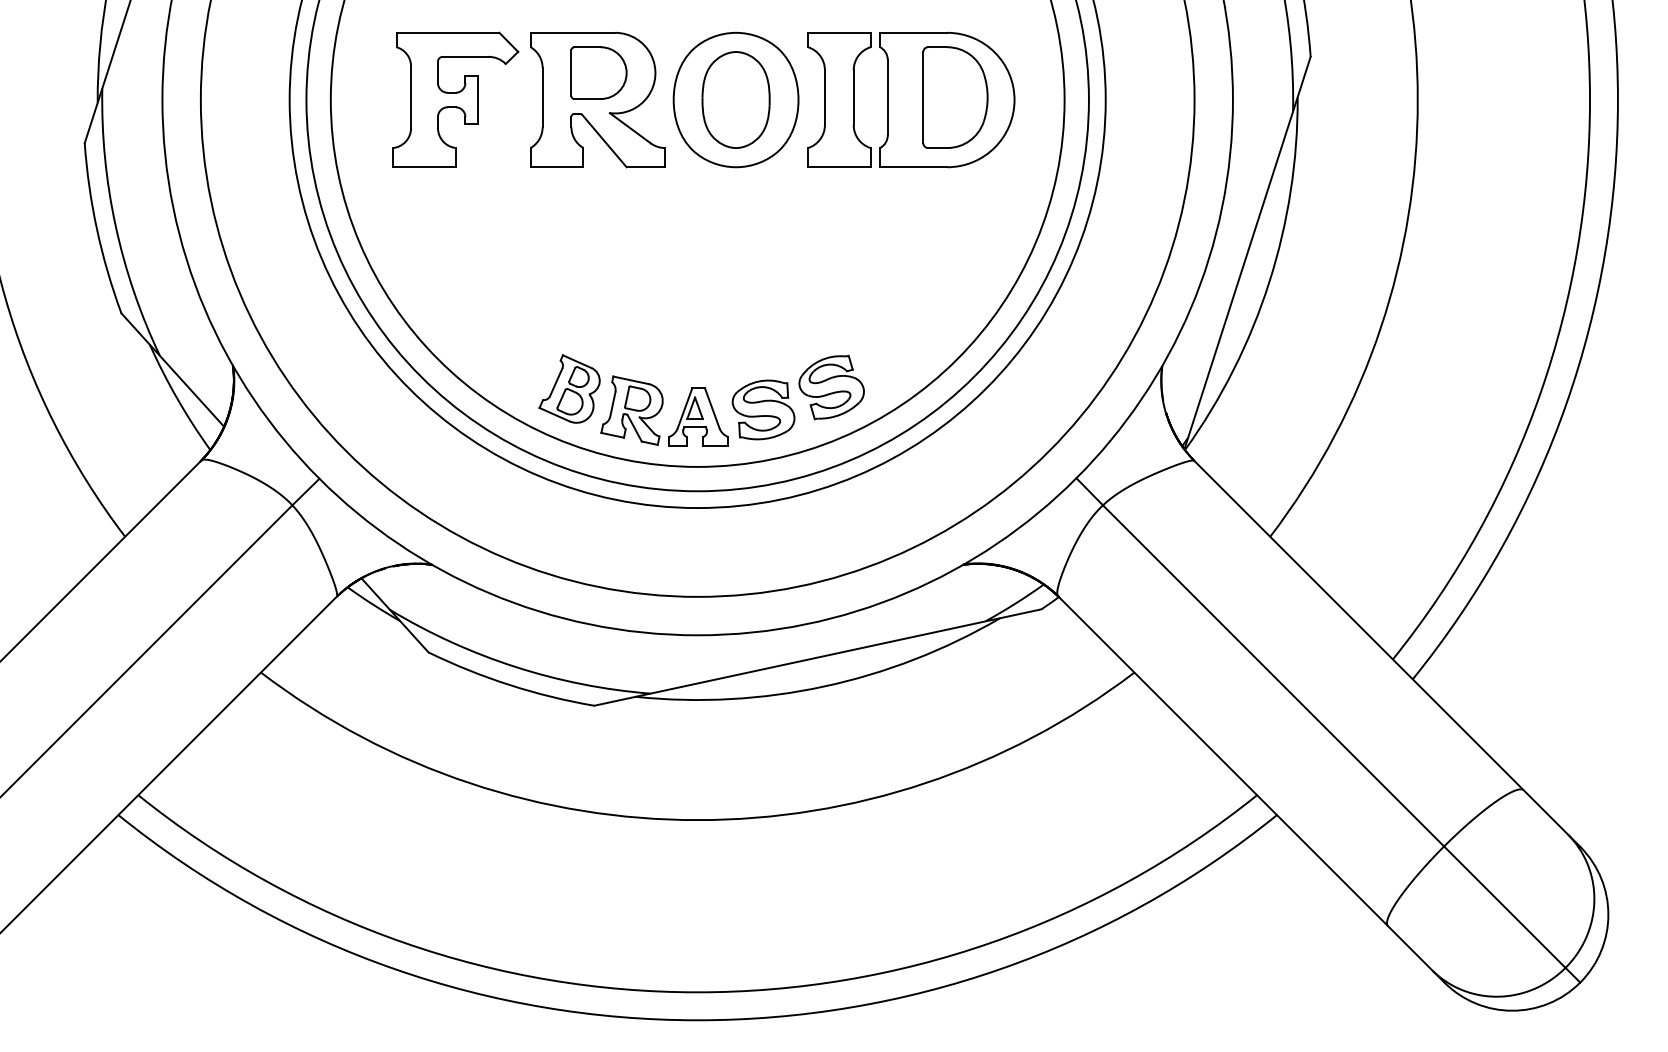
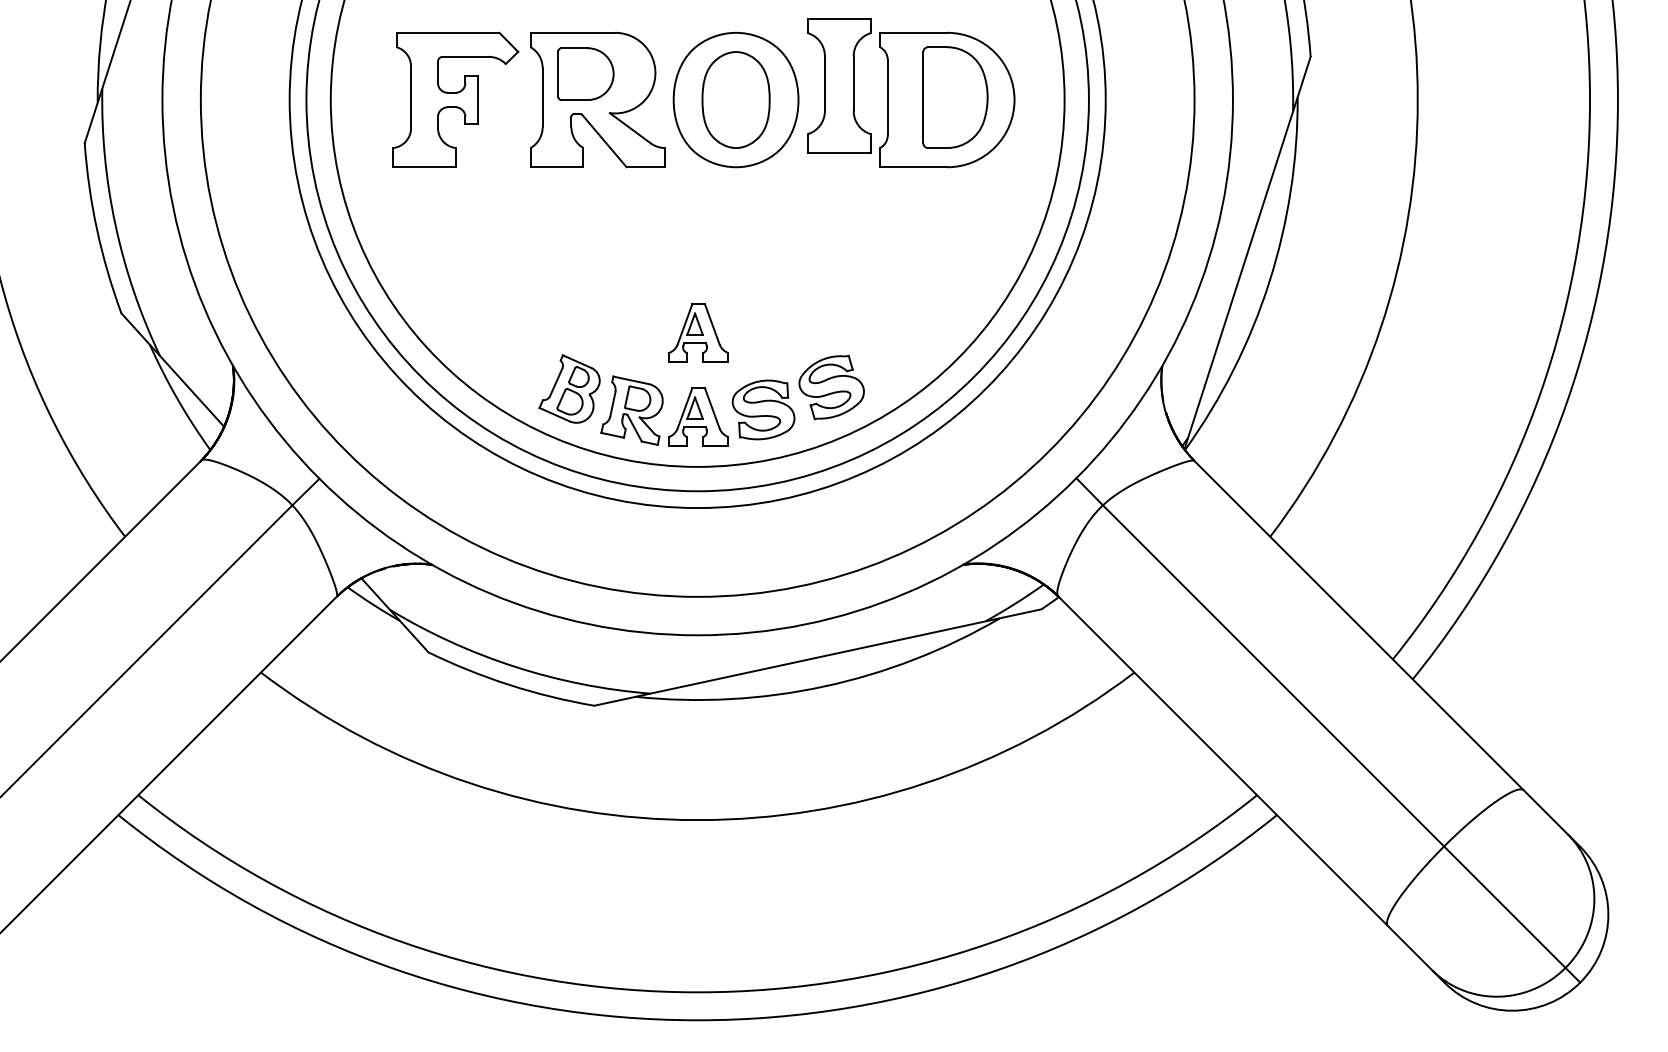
part at (598, 72) position: (598, 72) -> (585, 73)
part at (839, 99) position: (839, 99) -> (839, 85)
part at (698, 332): none -> present
